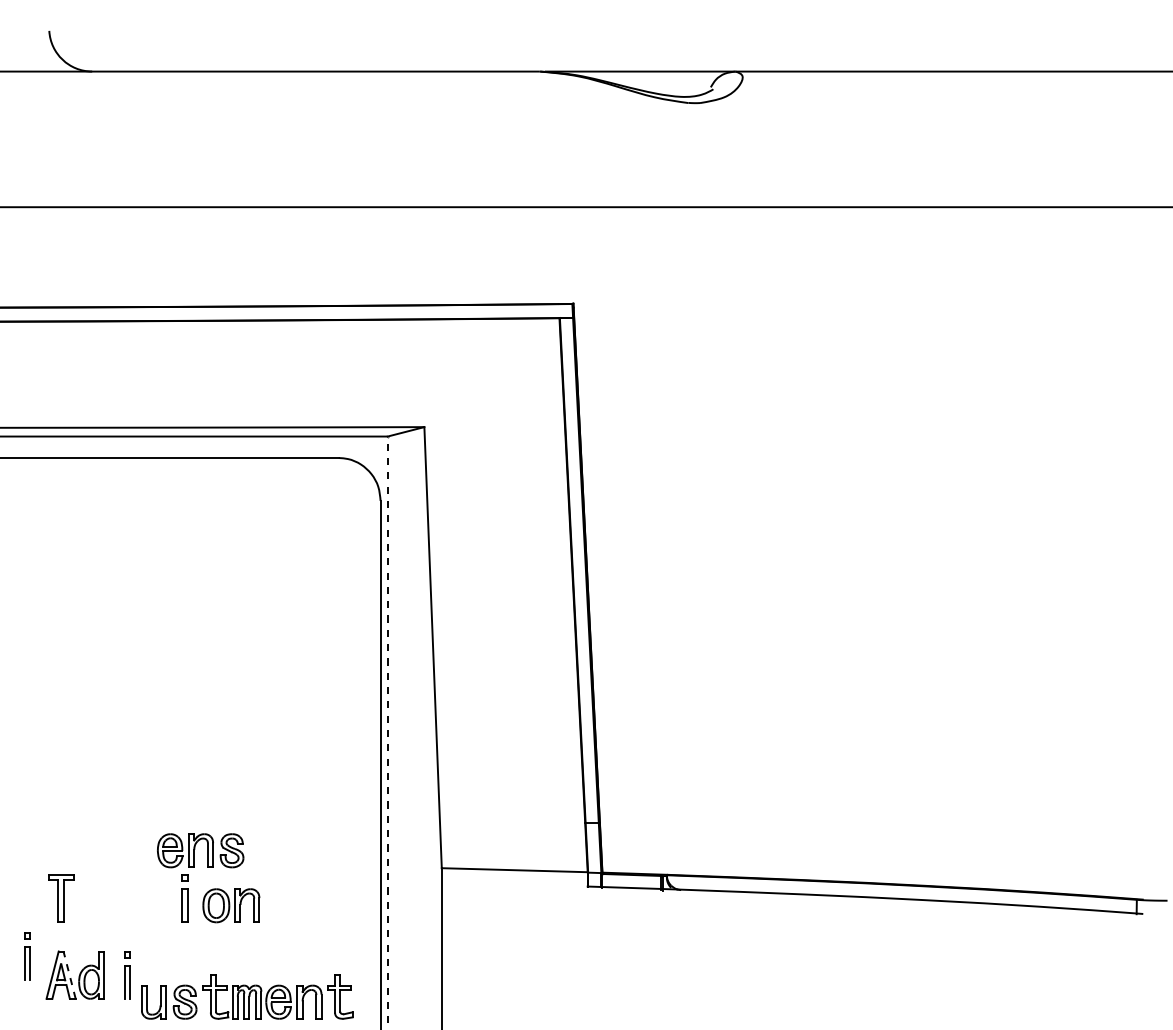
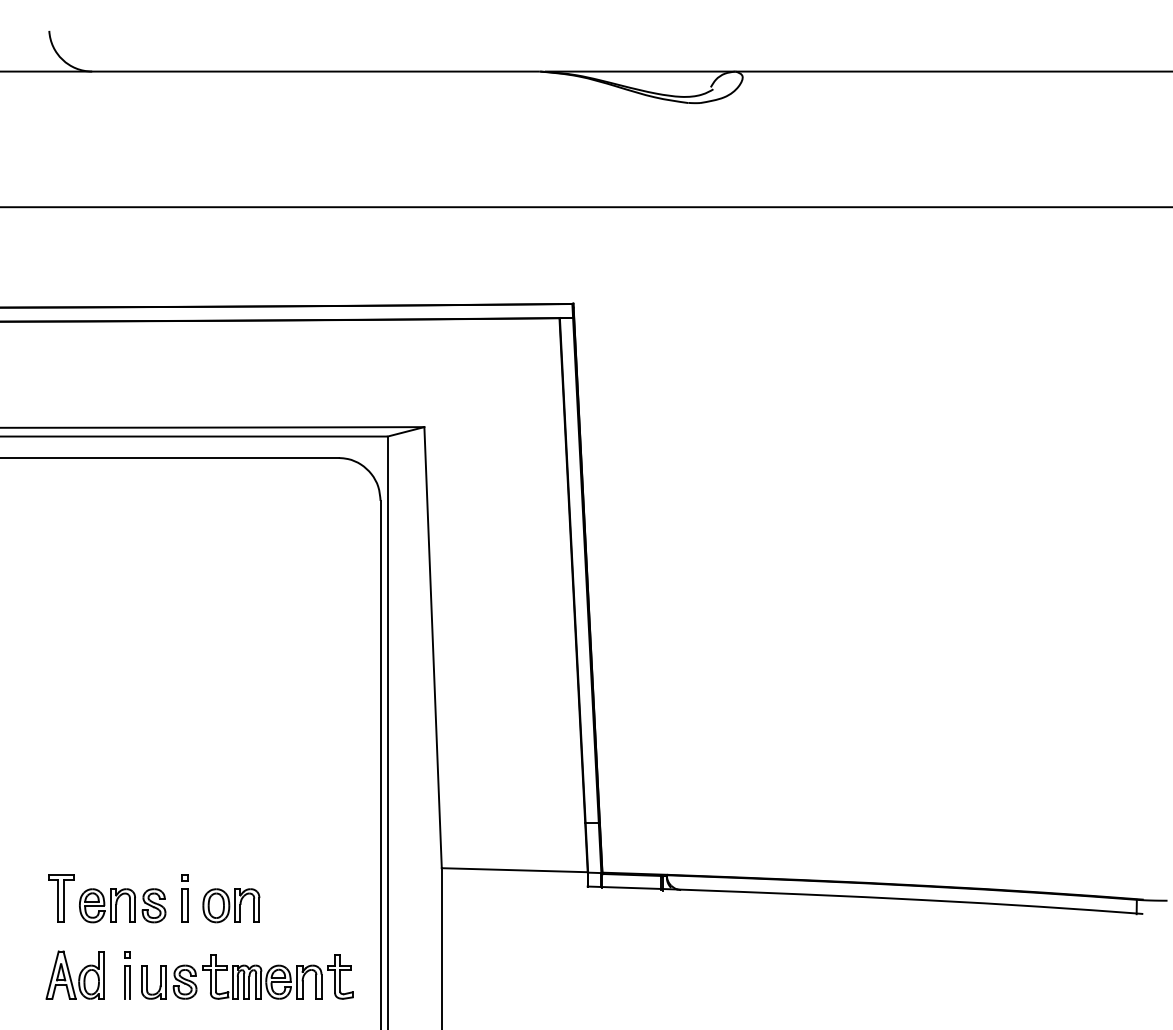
line at (387, 732): dashed -> solid
part at (200, 850) position: (200, 850) -> (122, 905)
part at (27, 956): present -> none
line at (69, 974): dashed -> solid
part at (247, 996) position: (247, 996) -> (247, 976)
